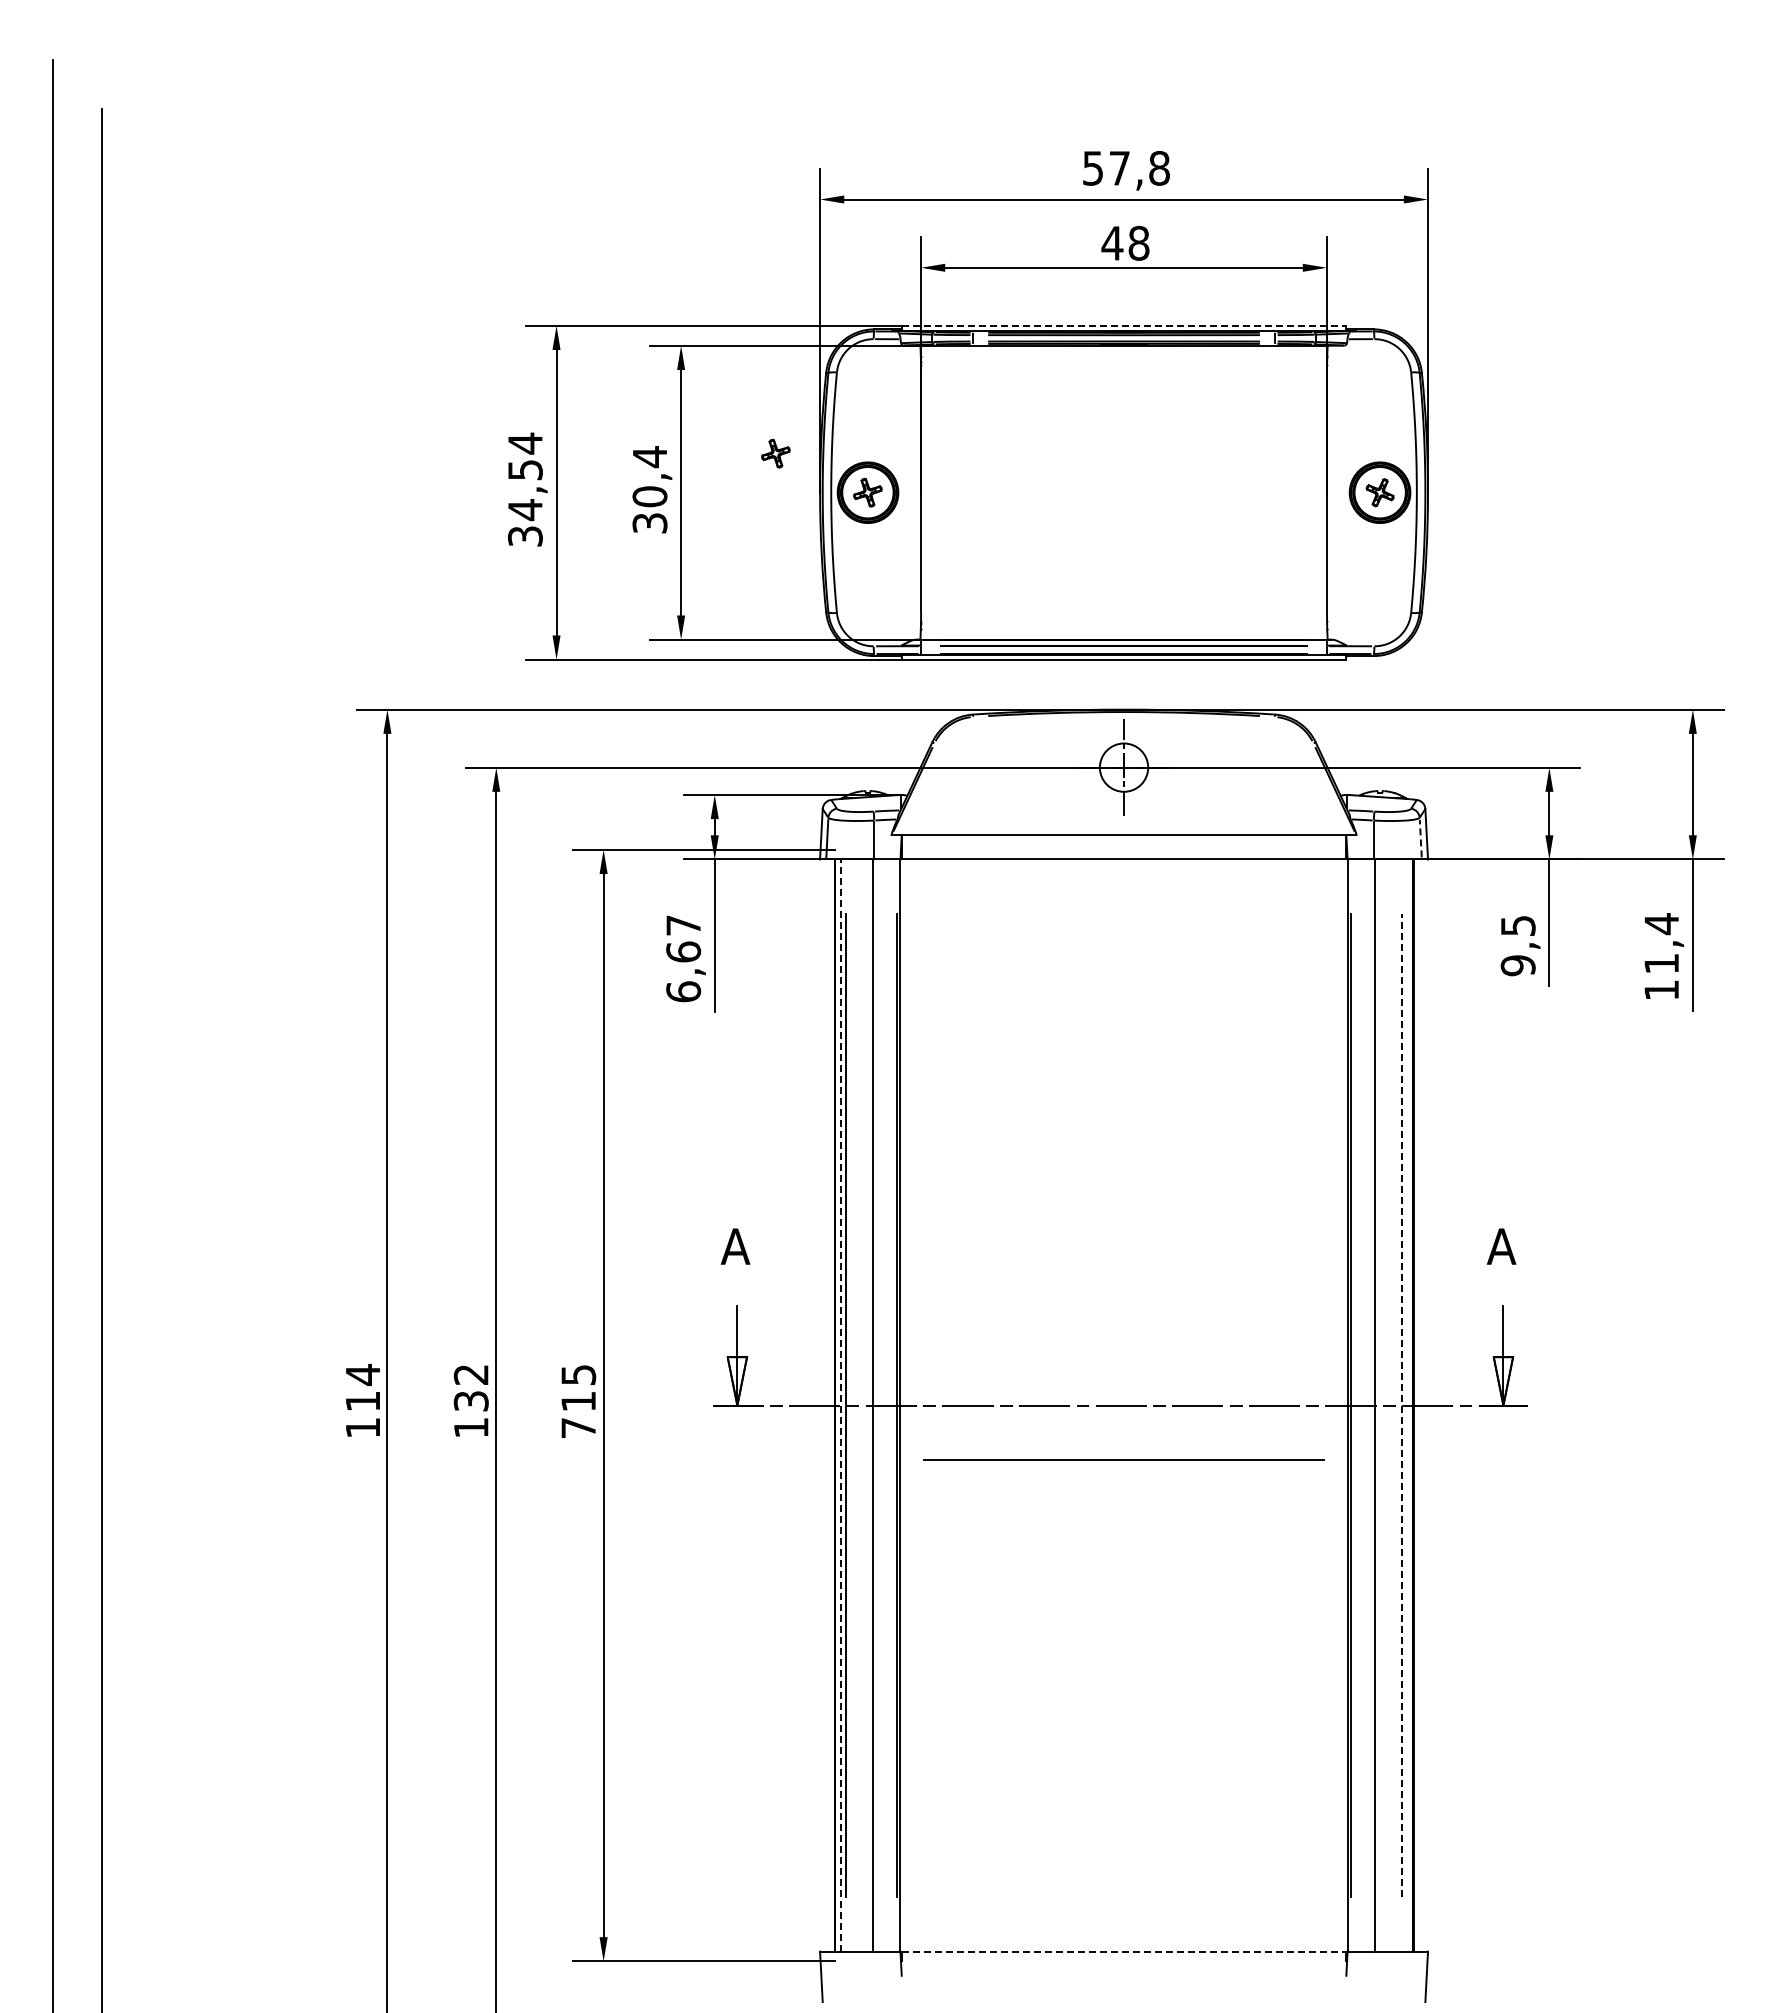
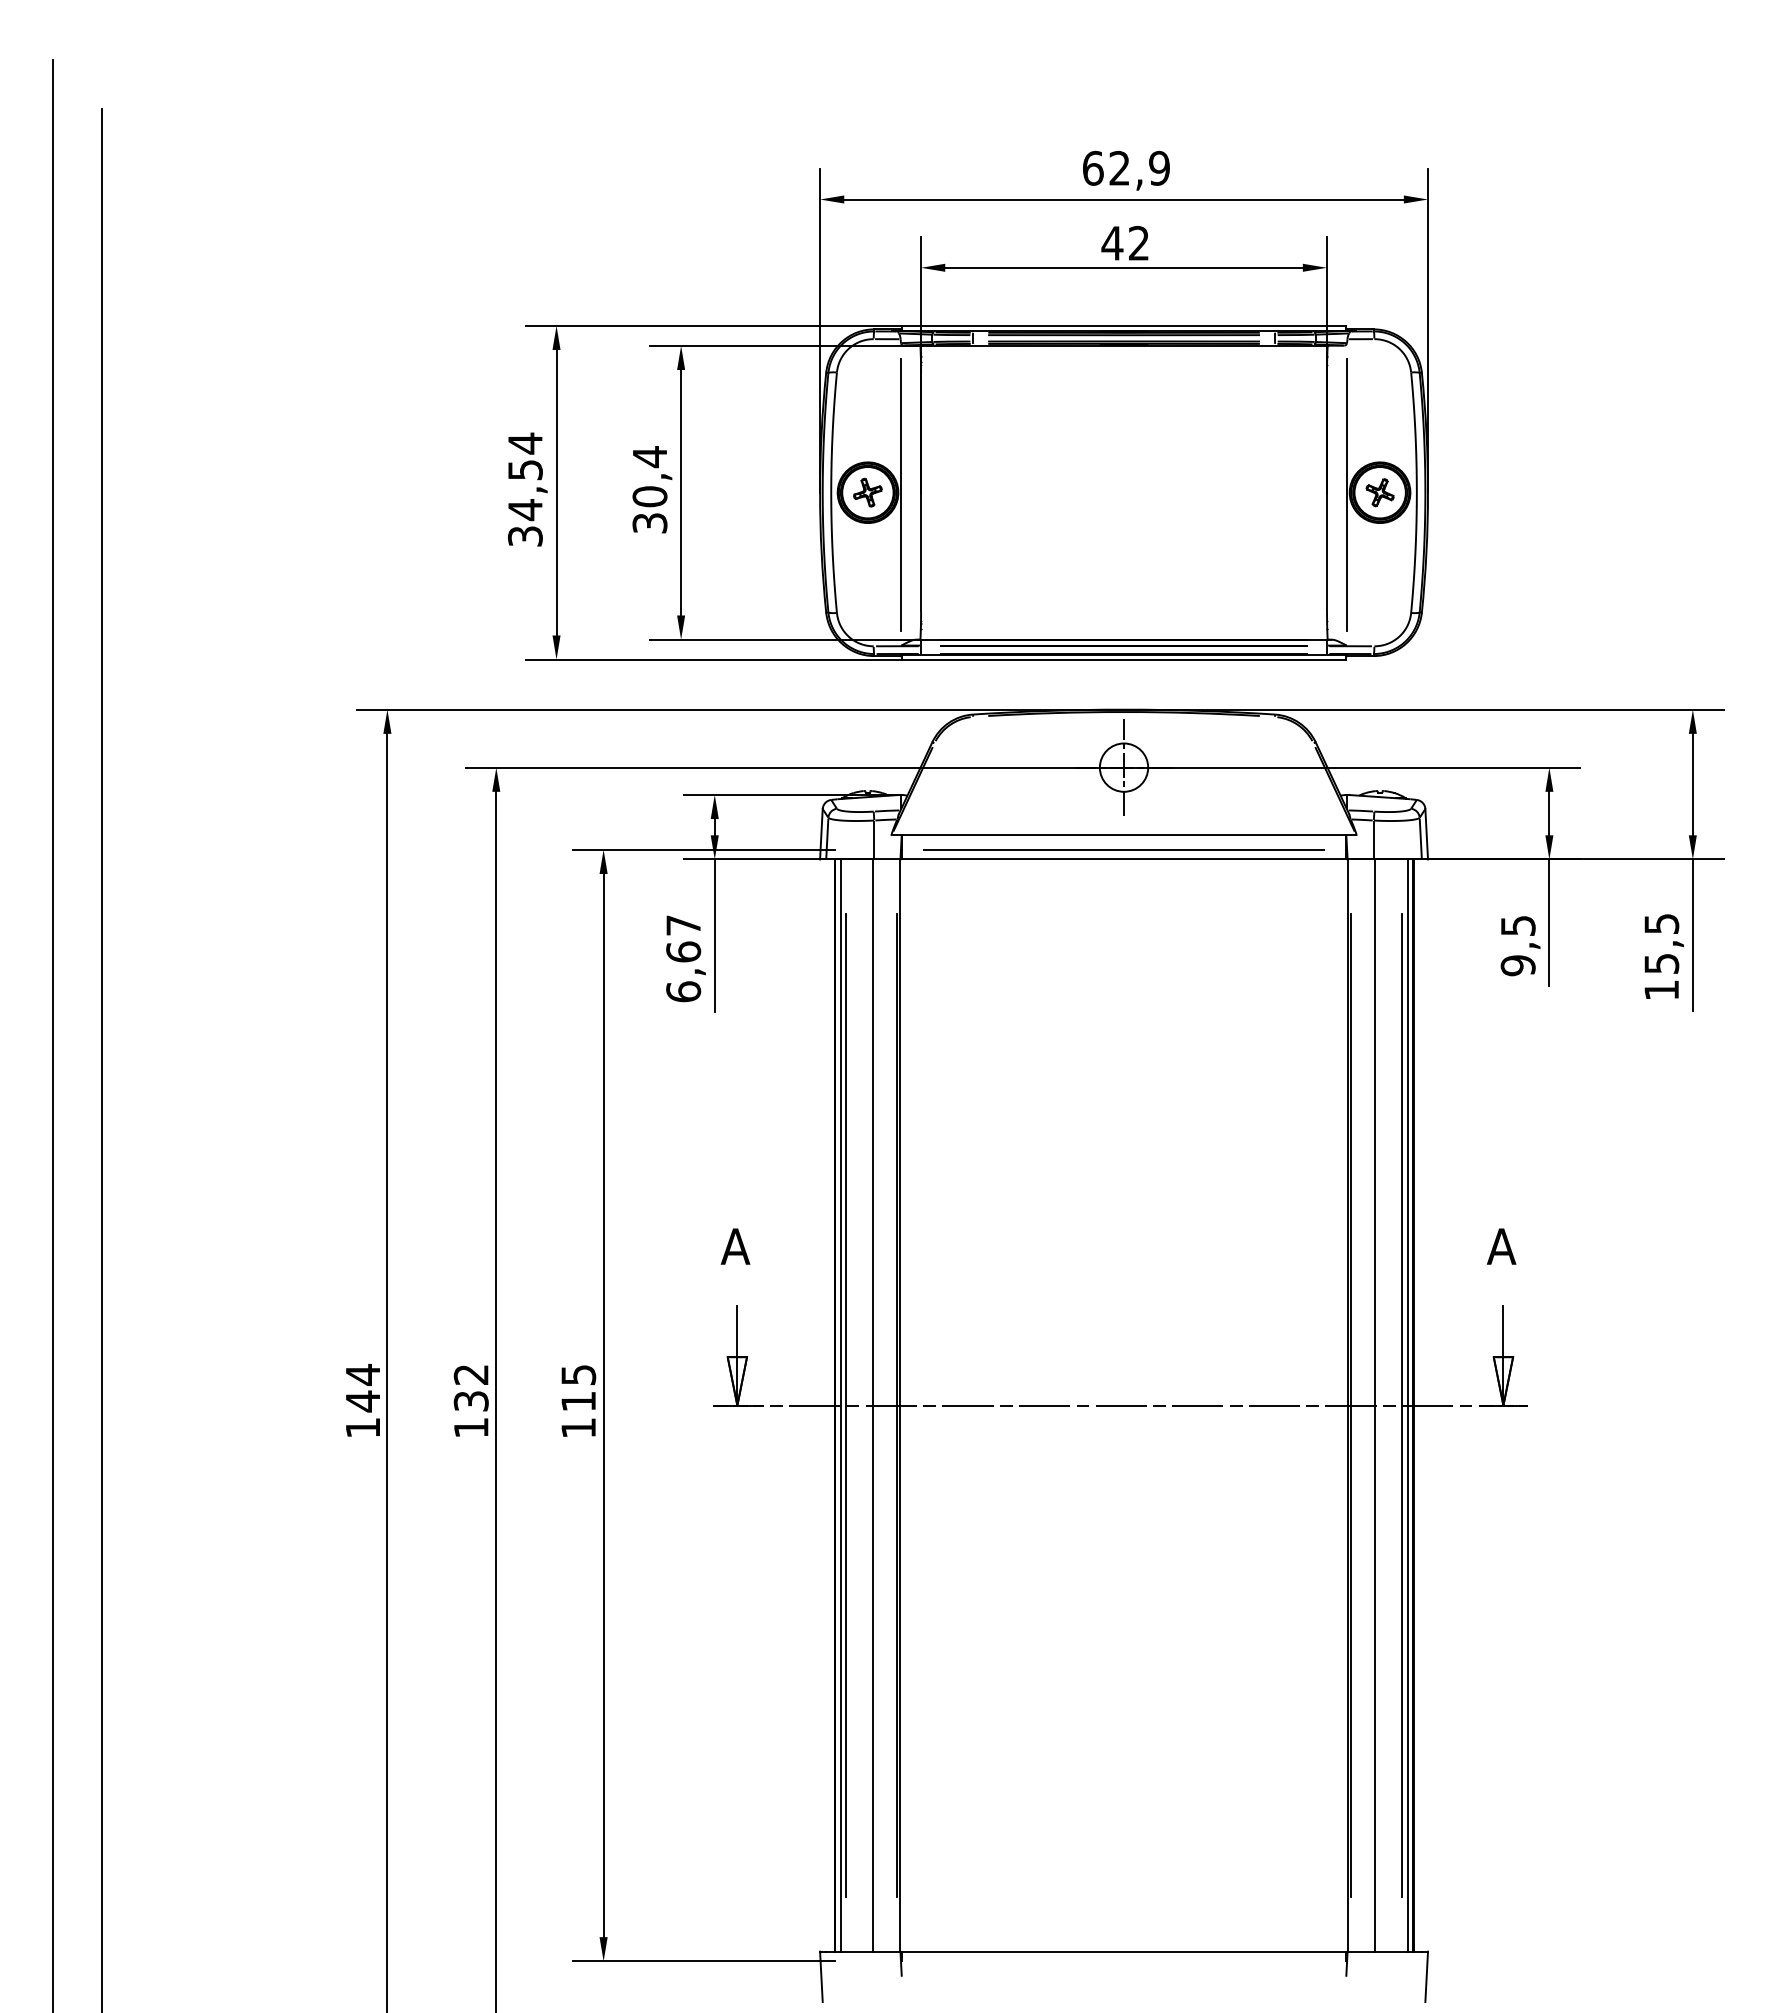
text at (1126, 167): 57,8 -> 62,9
text at (1138, 242): 48 -> 42
line at (1124, 325): dashed -> solid
part at (775, 453): present -> none
line at (901, 494): none -> present
line at (1346, 494): none -> present
line at (1420, 838): dashed -> solid
text at (1661, 943): 11,4 -> 15,5
text at (362, 1401): 114 -> 144
line at (840, 1405): dashed -> solid
line at (1401, 1405): dashed -> solid
line at (1407, 1405): none -> present
text at (578, 1427): 715 -> 115
line at (1123, 1459) position: (1123, 1459) -> (1123, 849)
line at (1124, 1951): dashed -> solid
